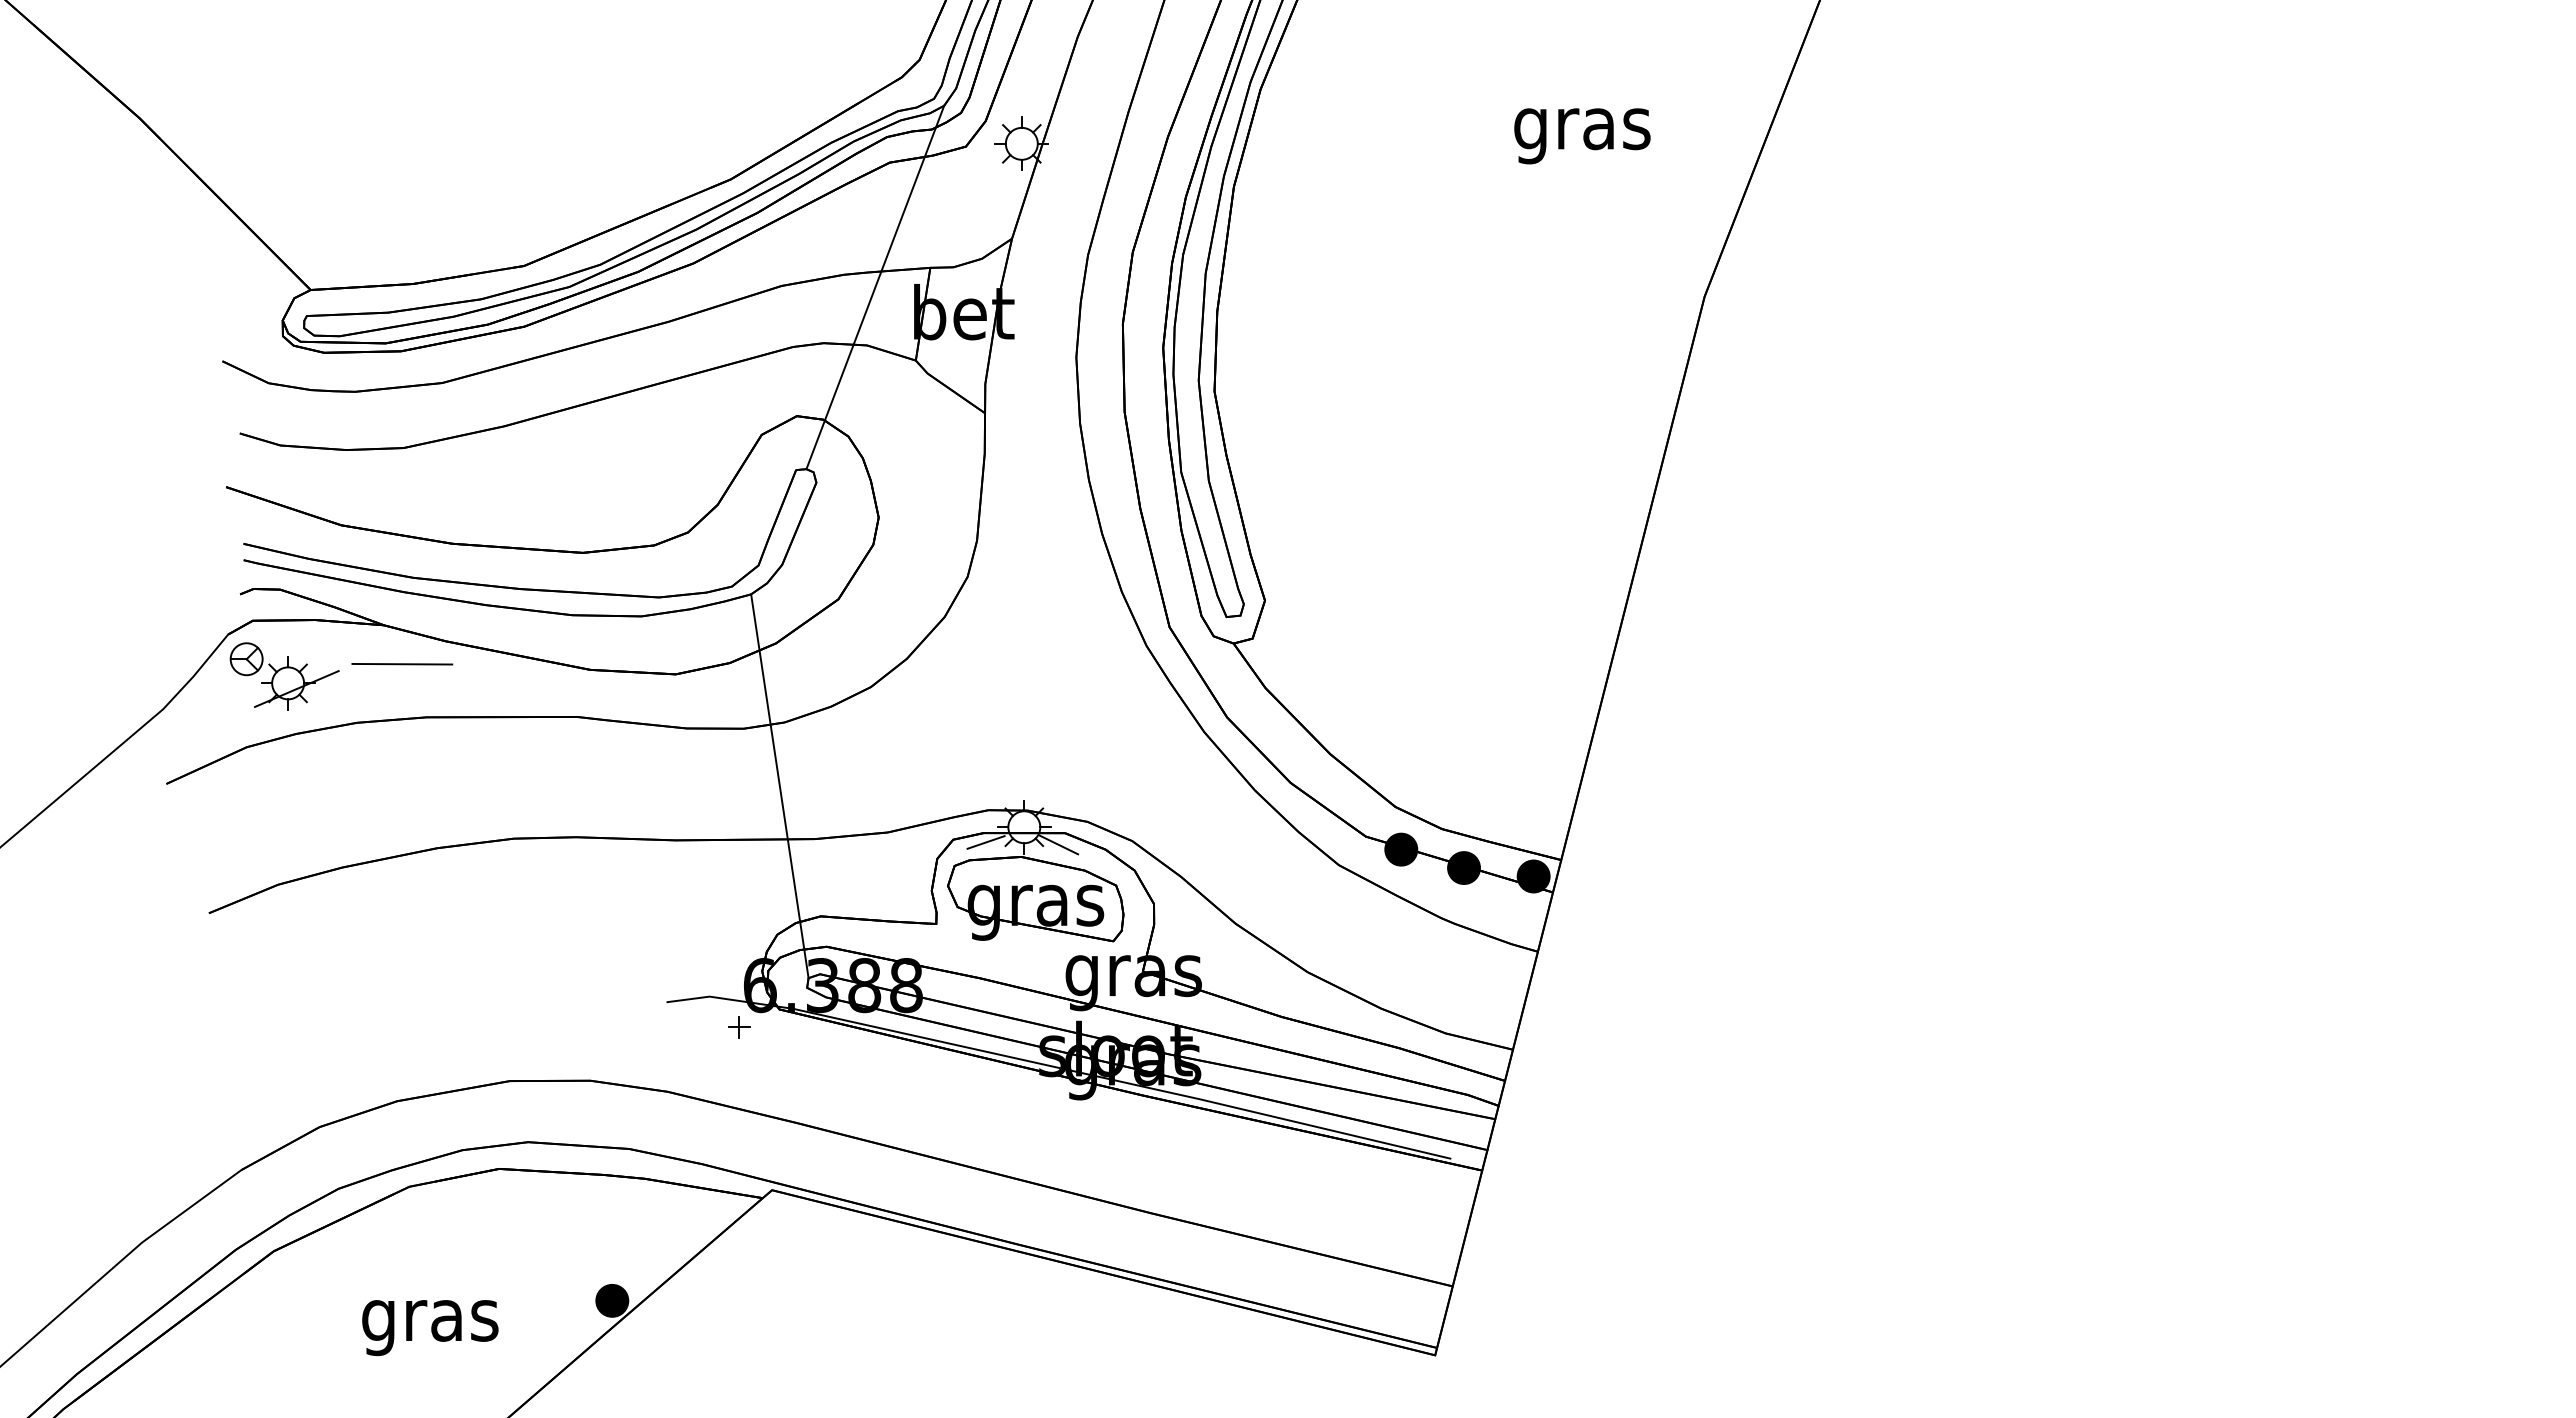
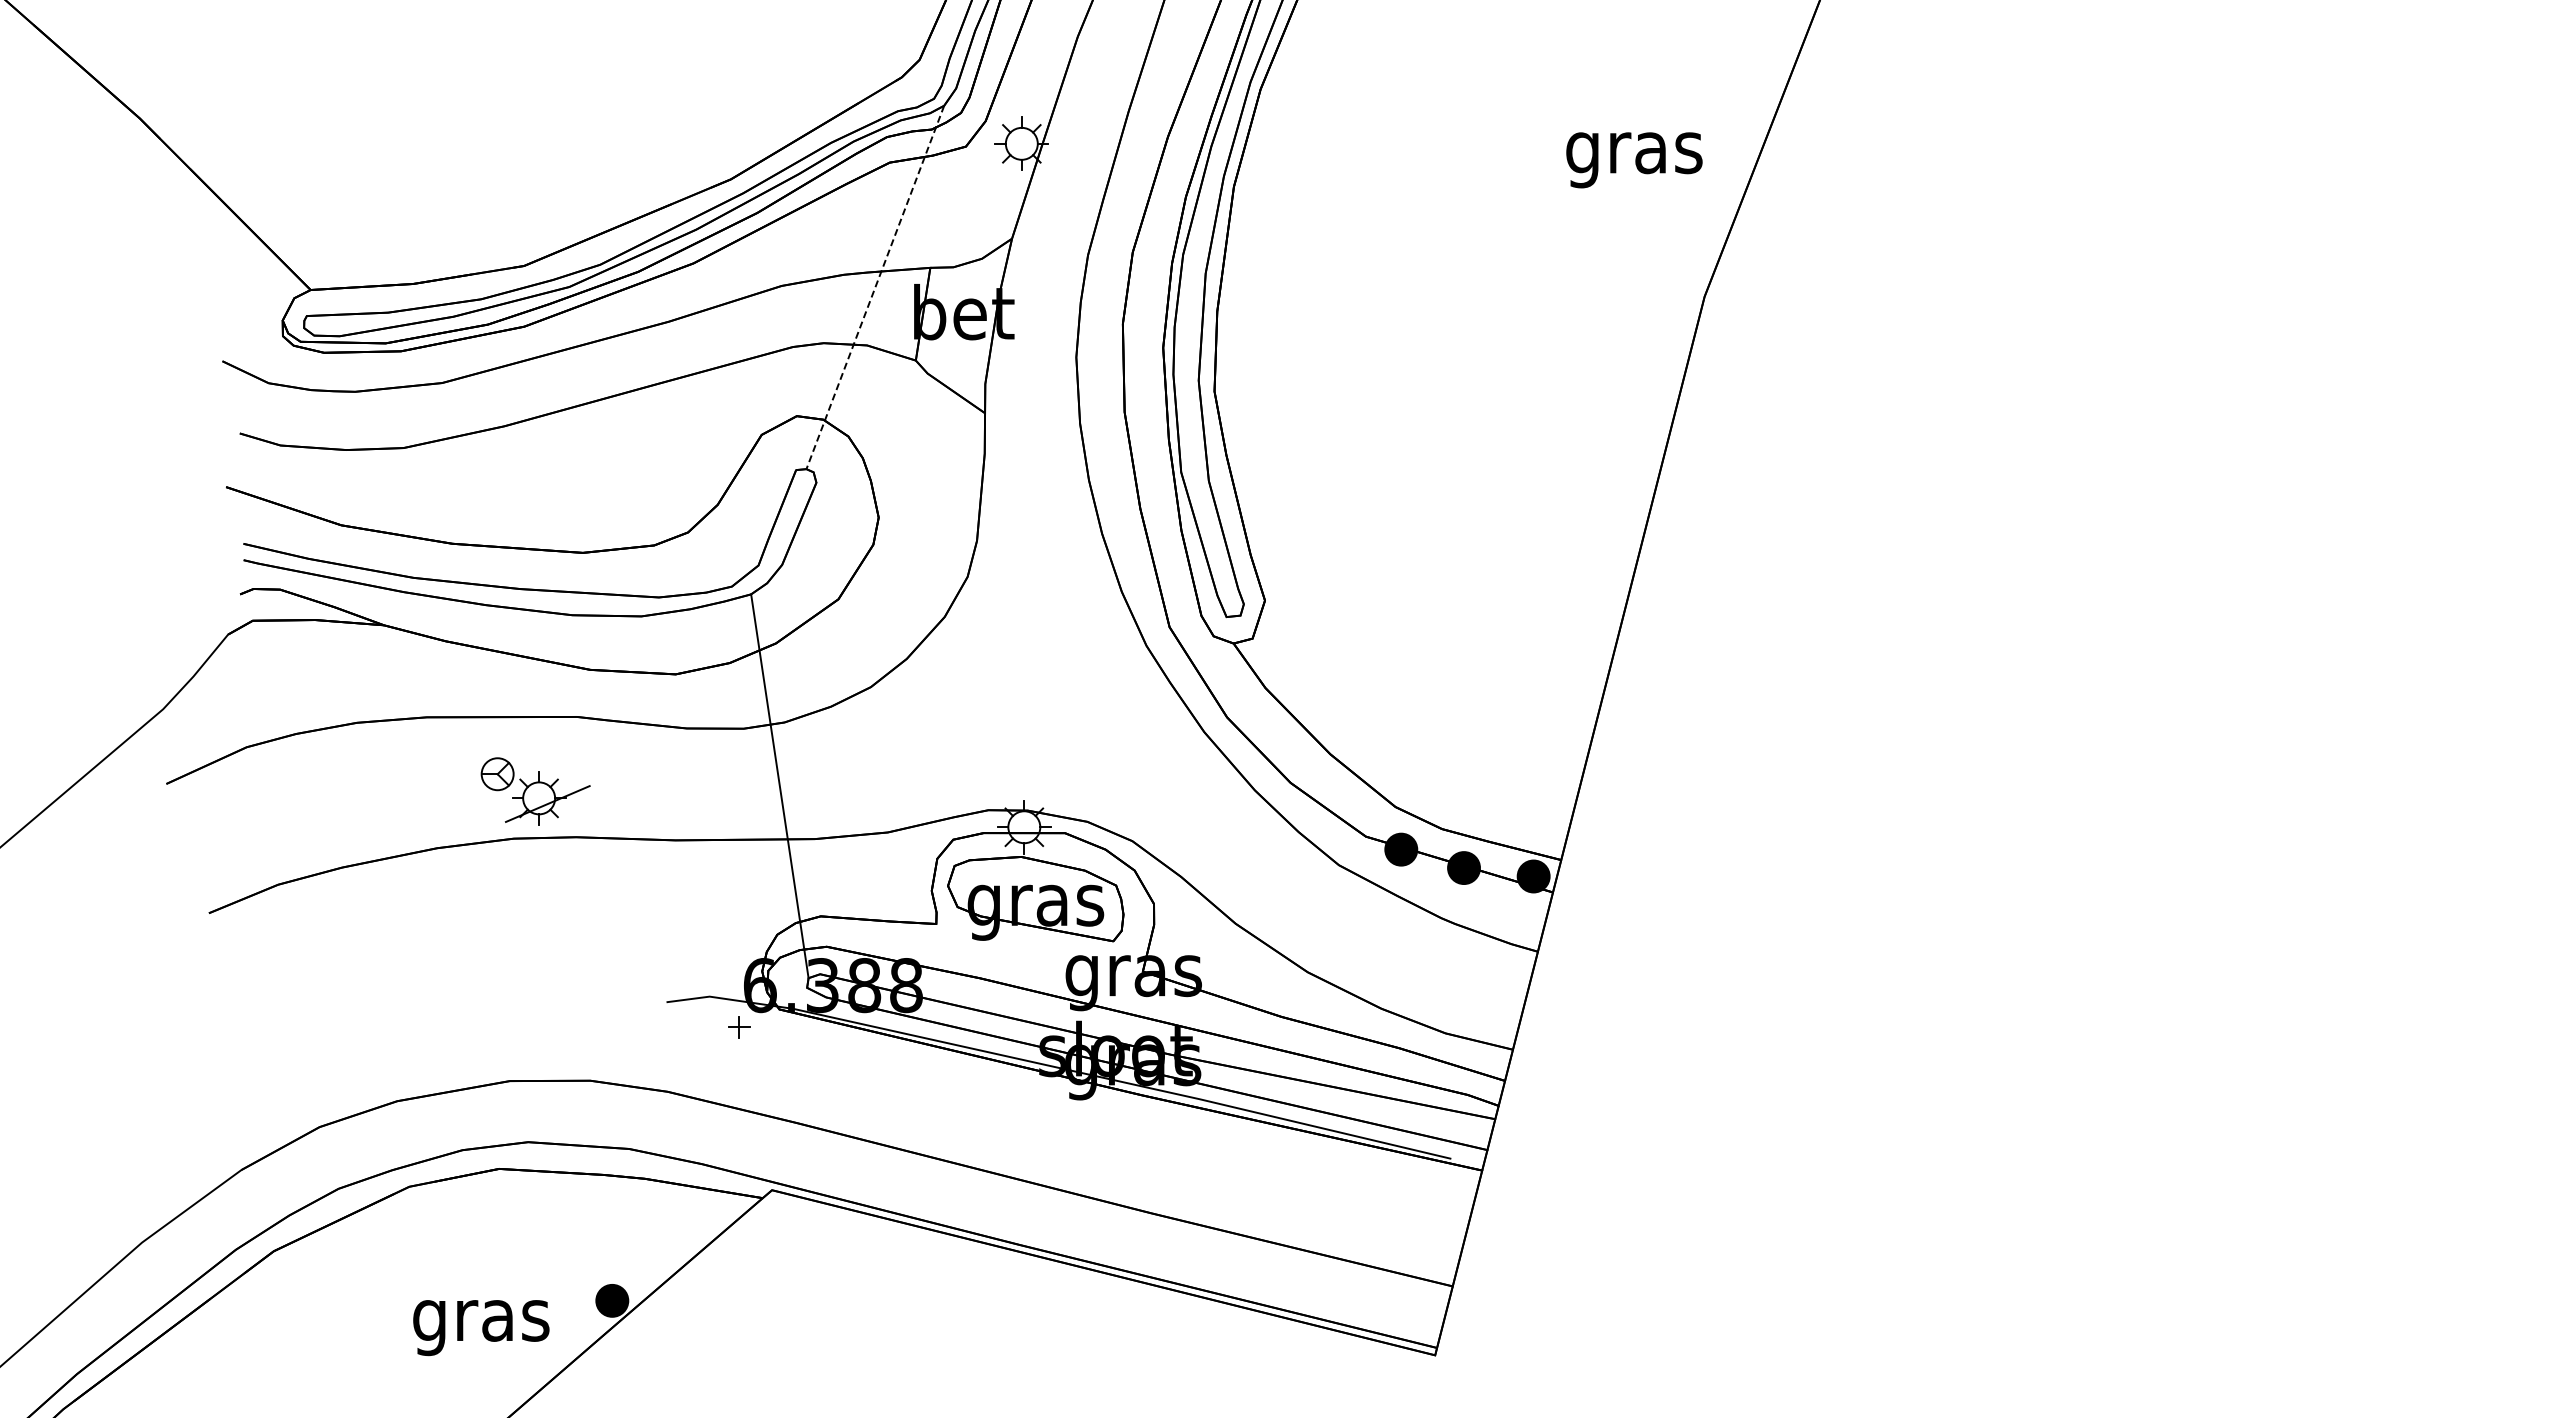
text at (1582, 136) position: (1582, 136) -> (1634, 160)
line at (875, 287): solid -> dashed
line at (402, 663): present -> none
part at (284, 676) position: (284, 676) -> (535, 791)
line at (985, 842): present -> none
line at (1058, 844): present -> none
text at (430, 1328) position: (430, 1328) -> (481, 1328)
